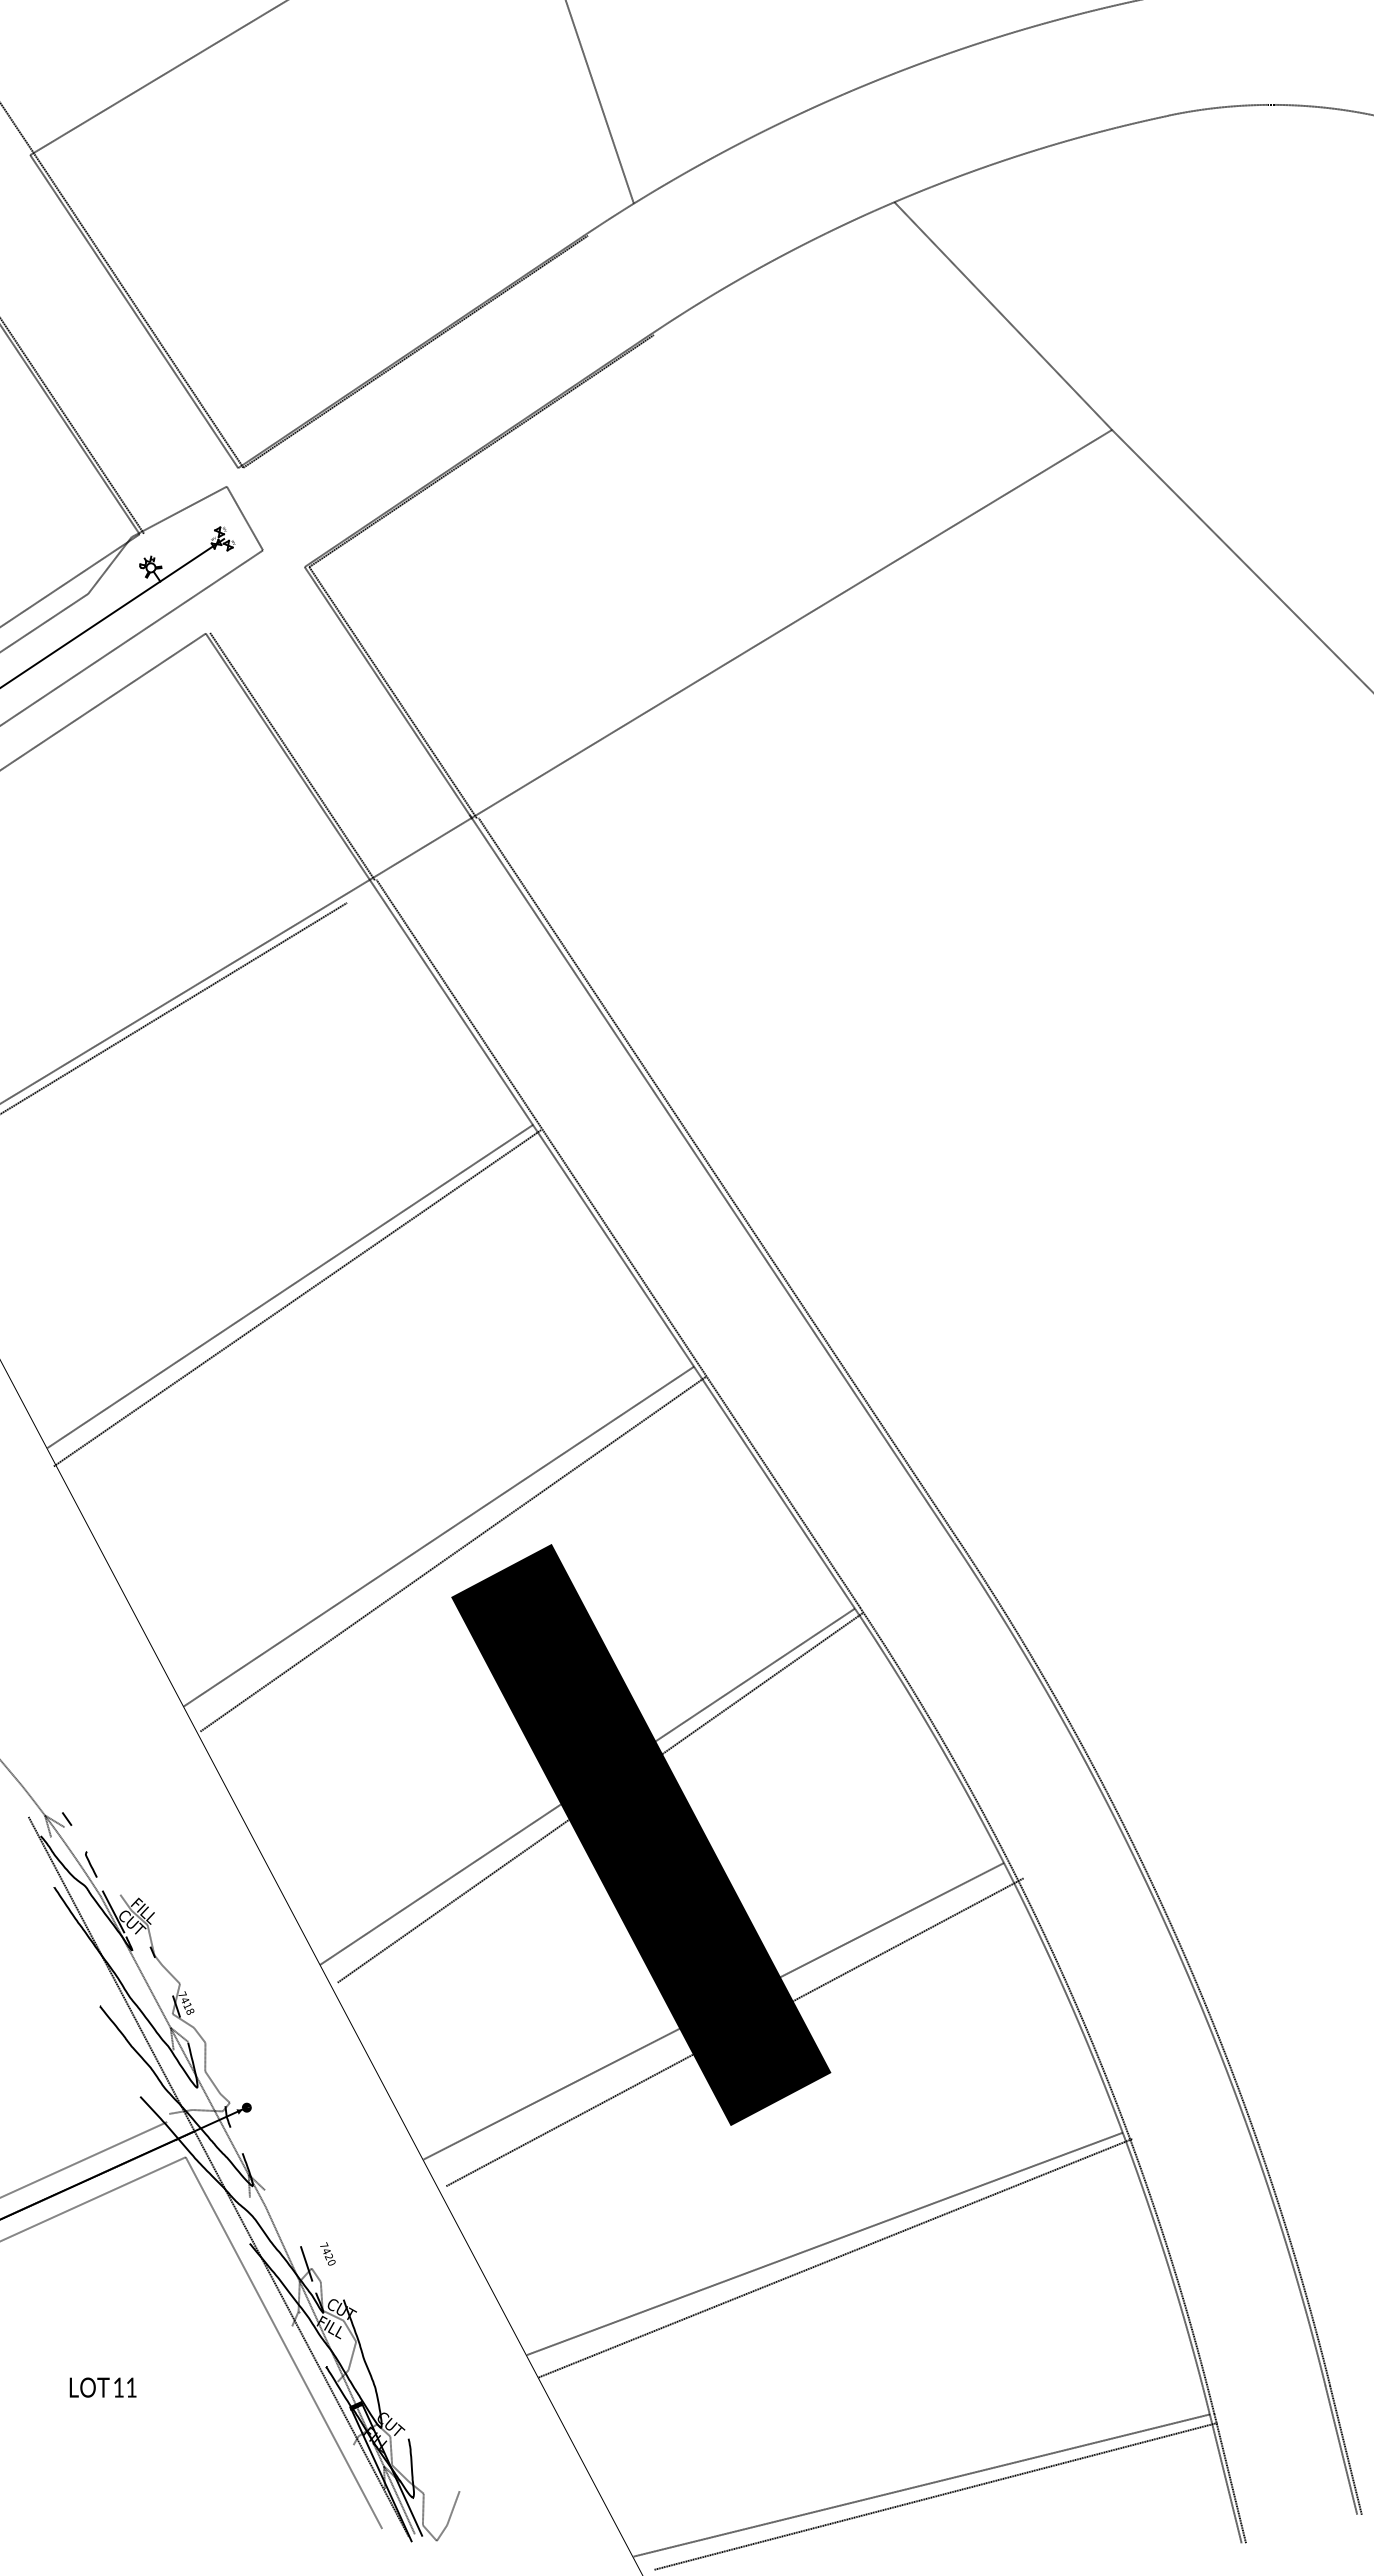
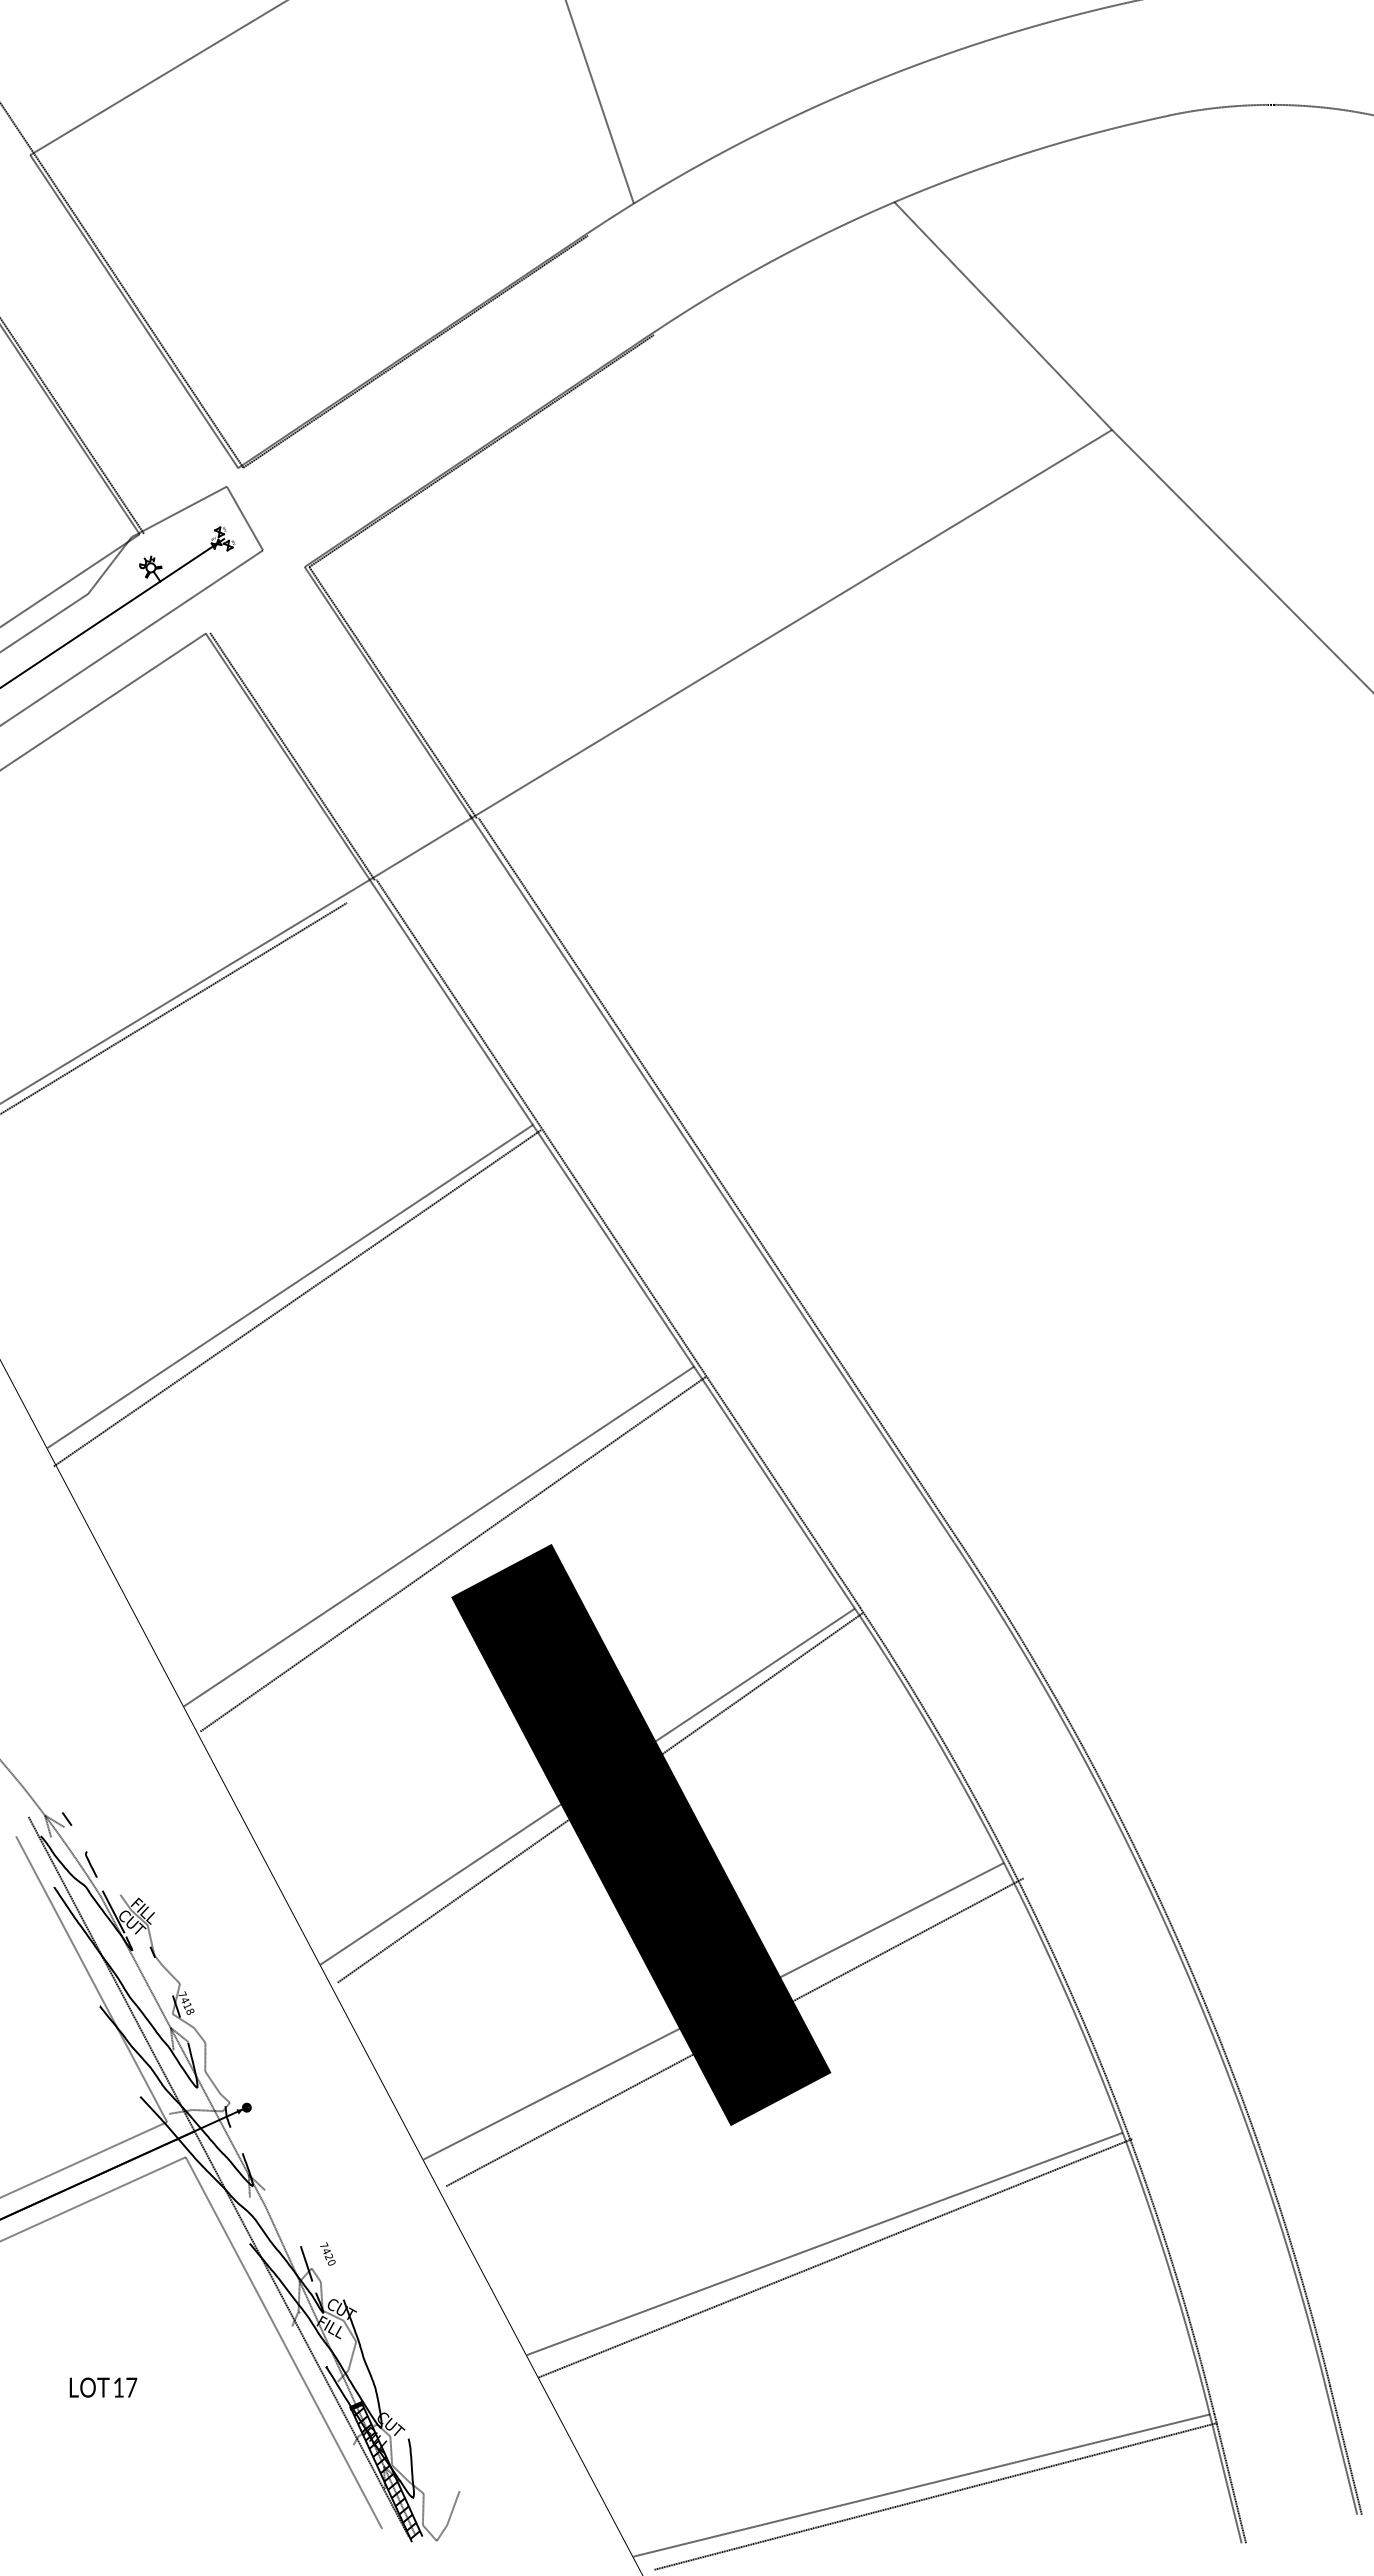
line at (91, 1979): none -> present
text at (131, 2387): 11 -> 17
hatch at (385, 2472): none -> present
